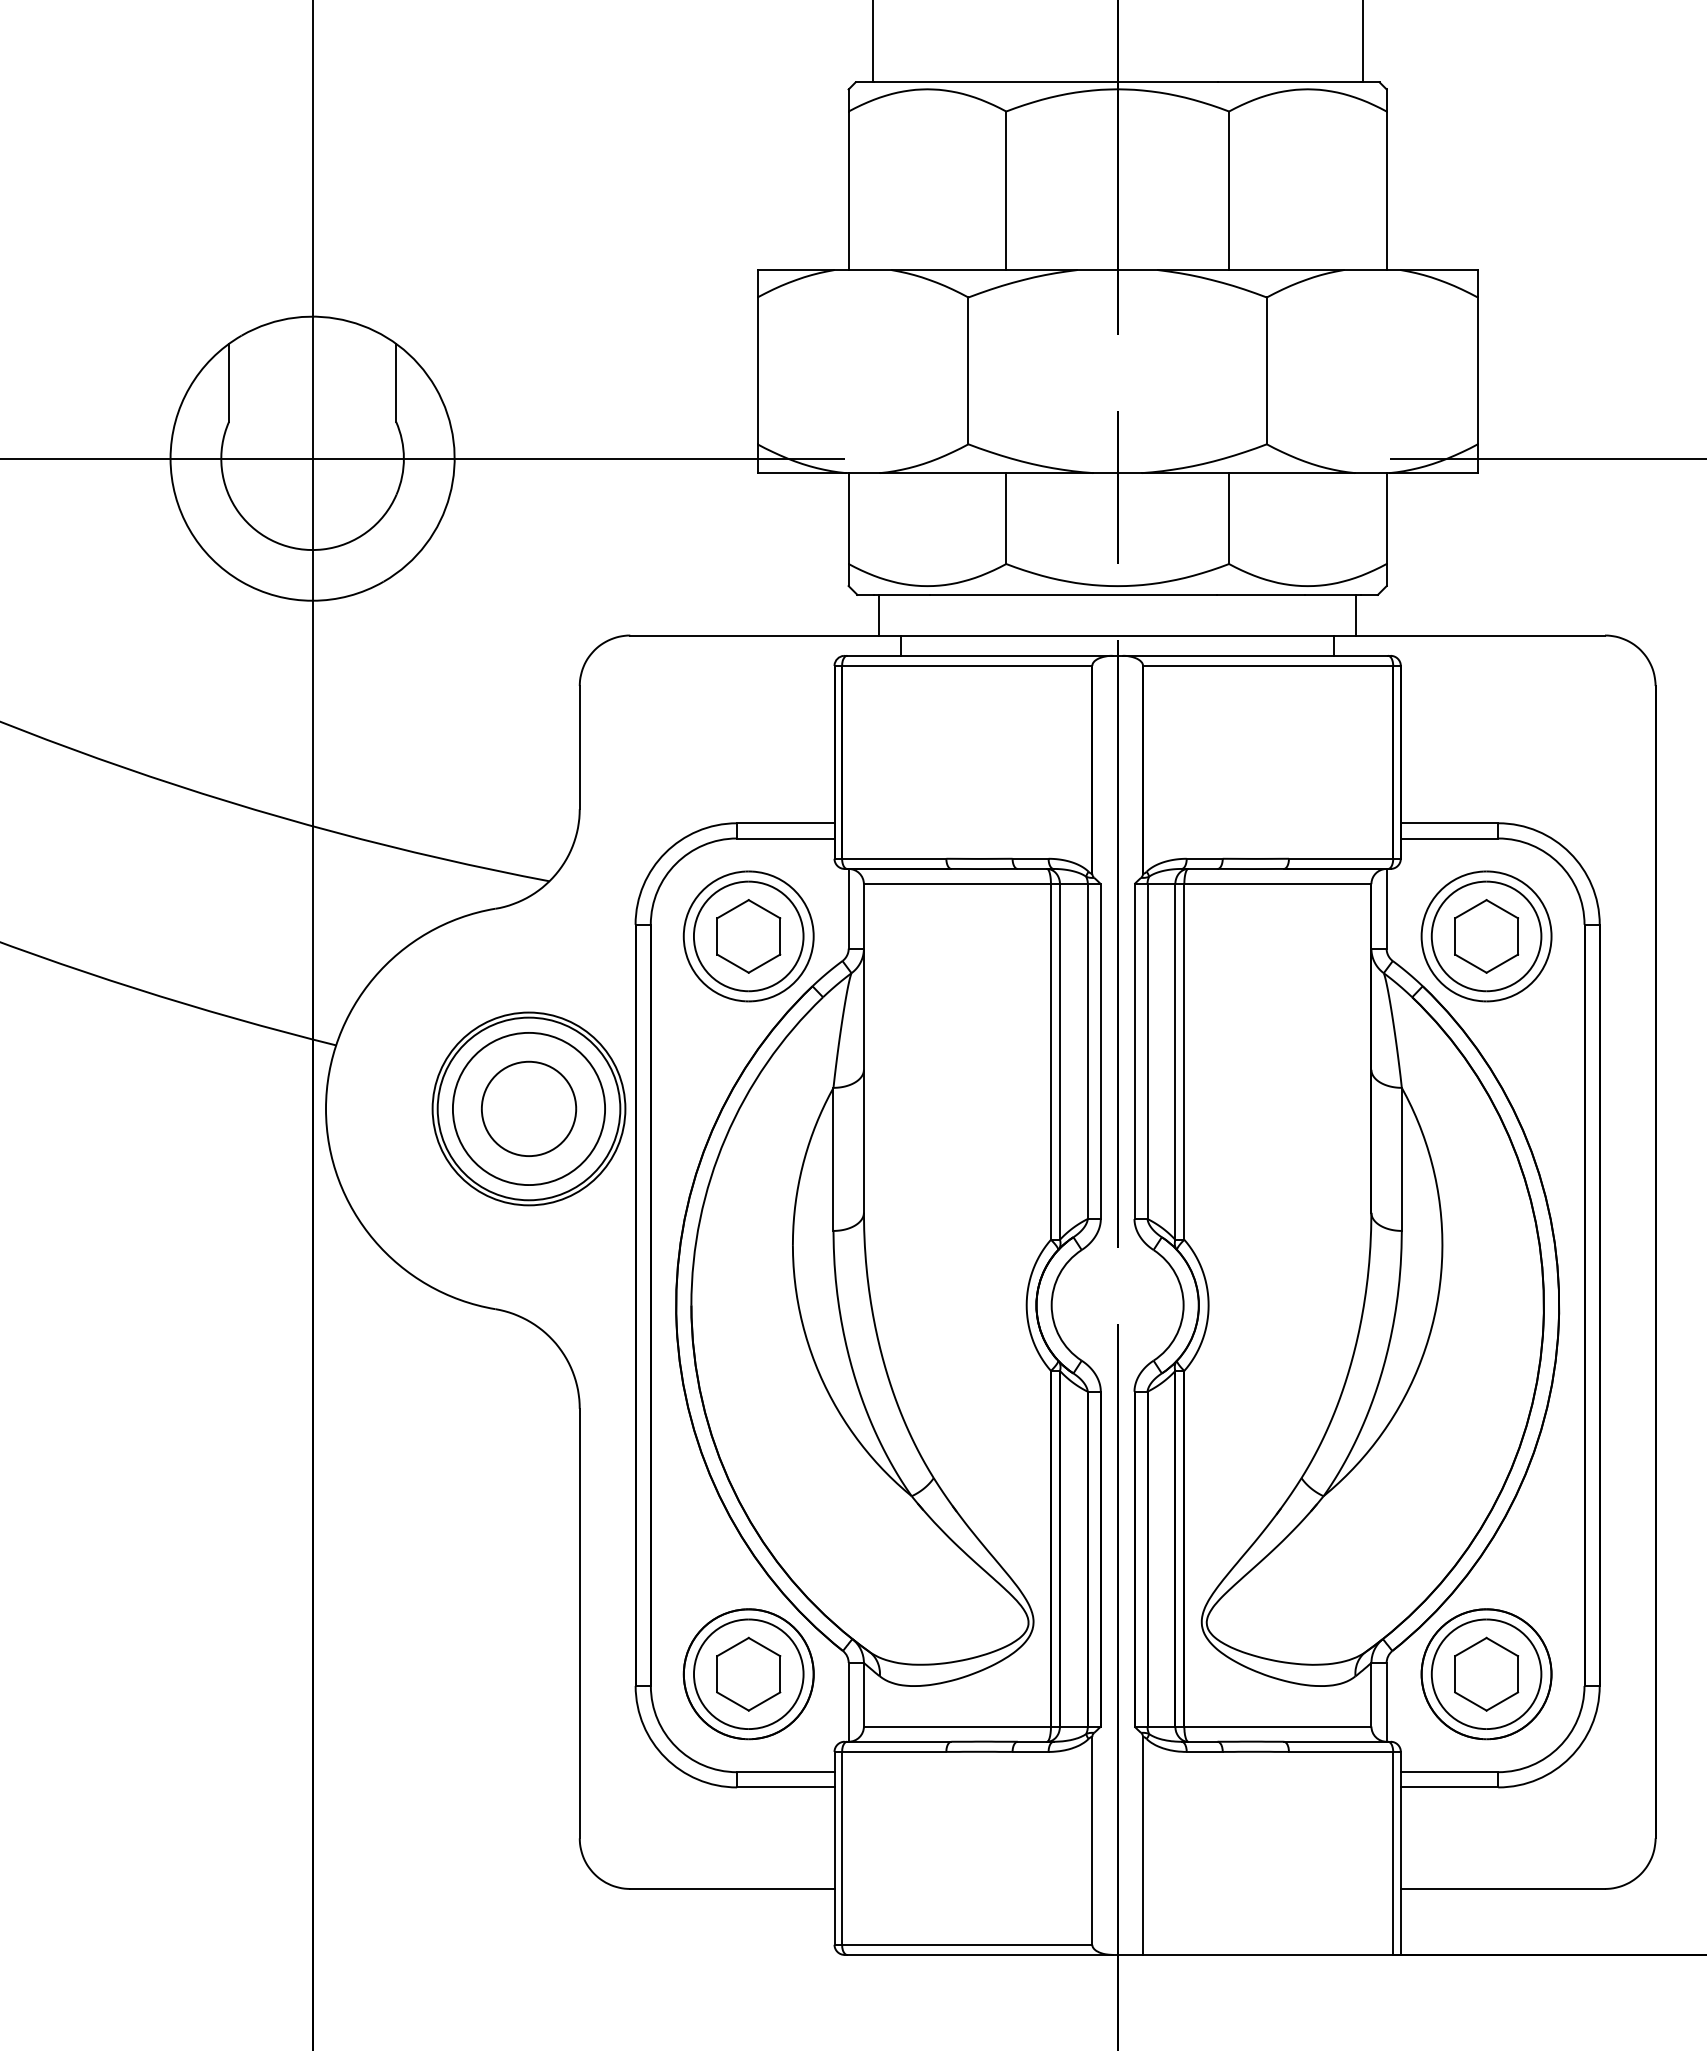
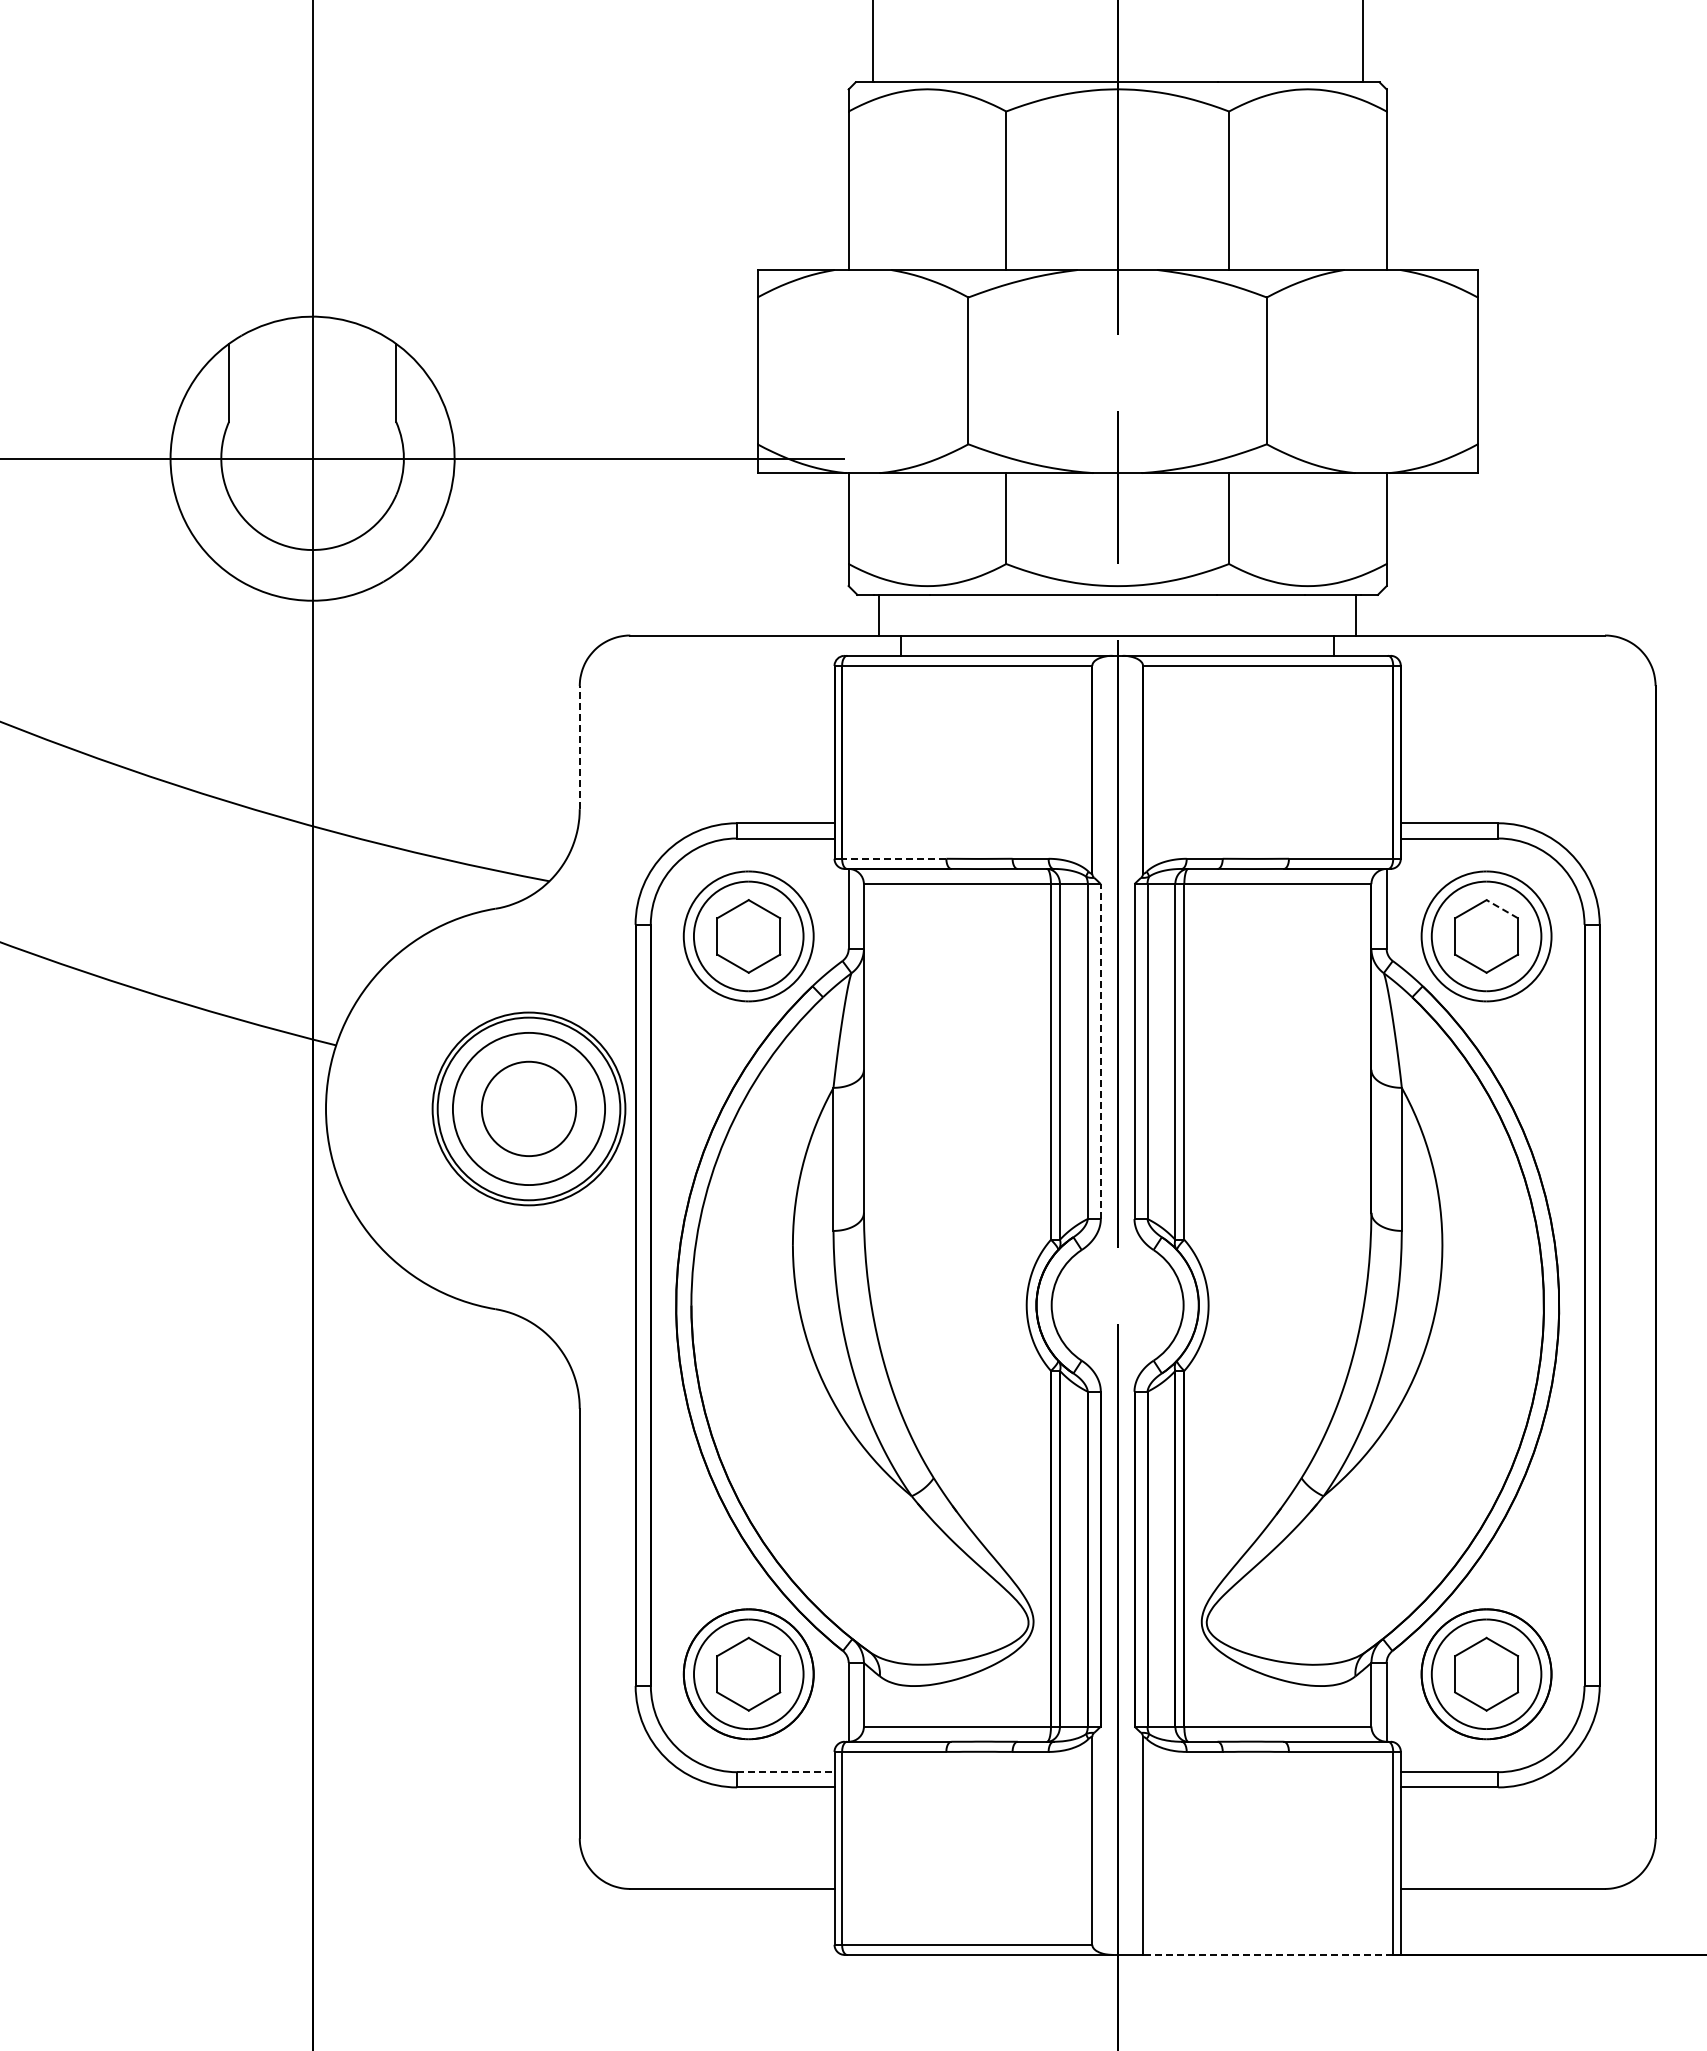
line at (1546, 458): present -> none
line at (579, 747): solid -> dashed
line at (893, 858): solid -> dashed
line at (1501, 908): solid -> dashed
line at (1100, 1051): solid -> dashed
line at (785, 1772): solid -> dashed
line at (1267, 1954): solid -> dashed
